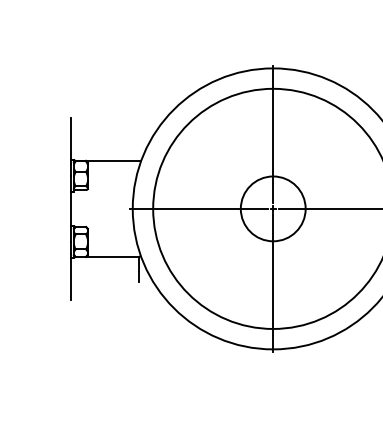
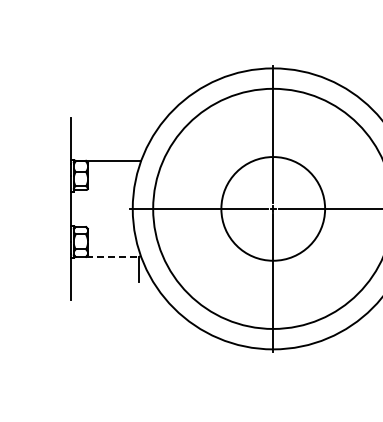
circle at (272, 208) diameter: 65 px -> 104 px
line at (112, 256): solid -> dashed
